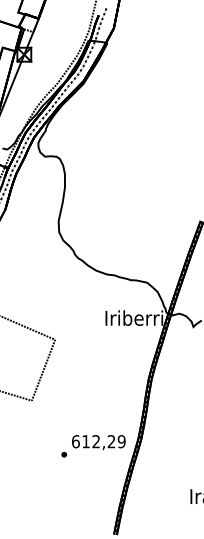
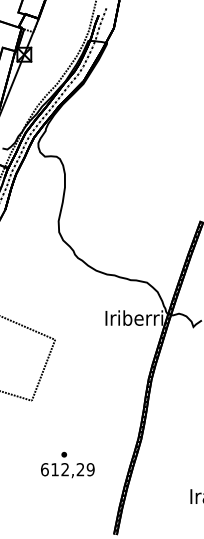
text at (98, 442) position: (98, 442) -> (67, 470)
